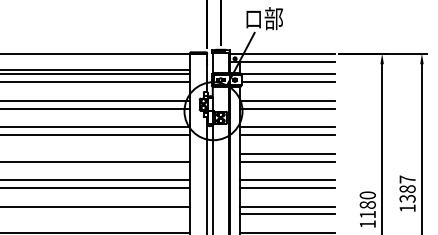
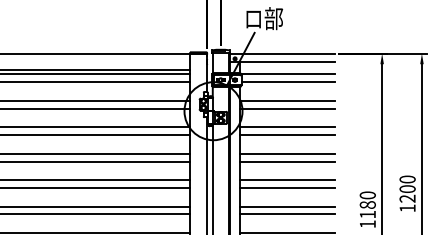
line at (95, 153): none -> present
text at (407, 188): 1387 -> 1200
line at (95, 214): none -> present
